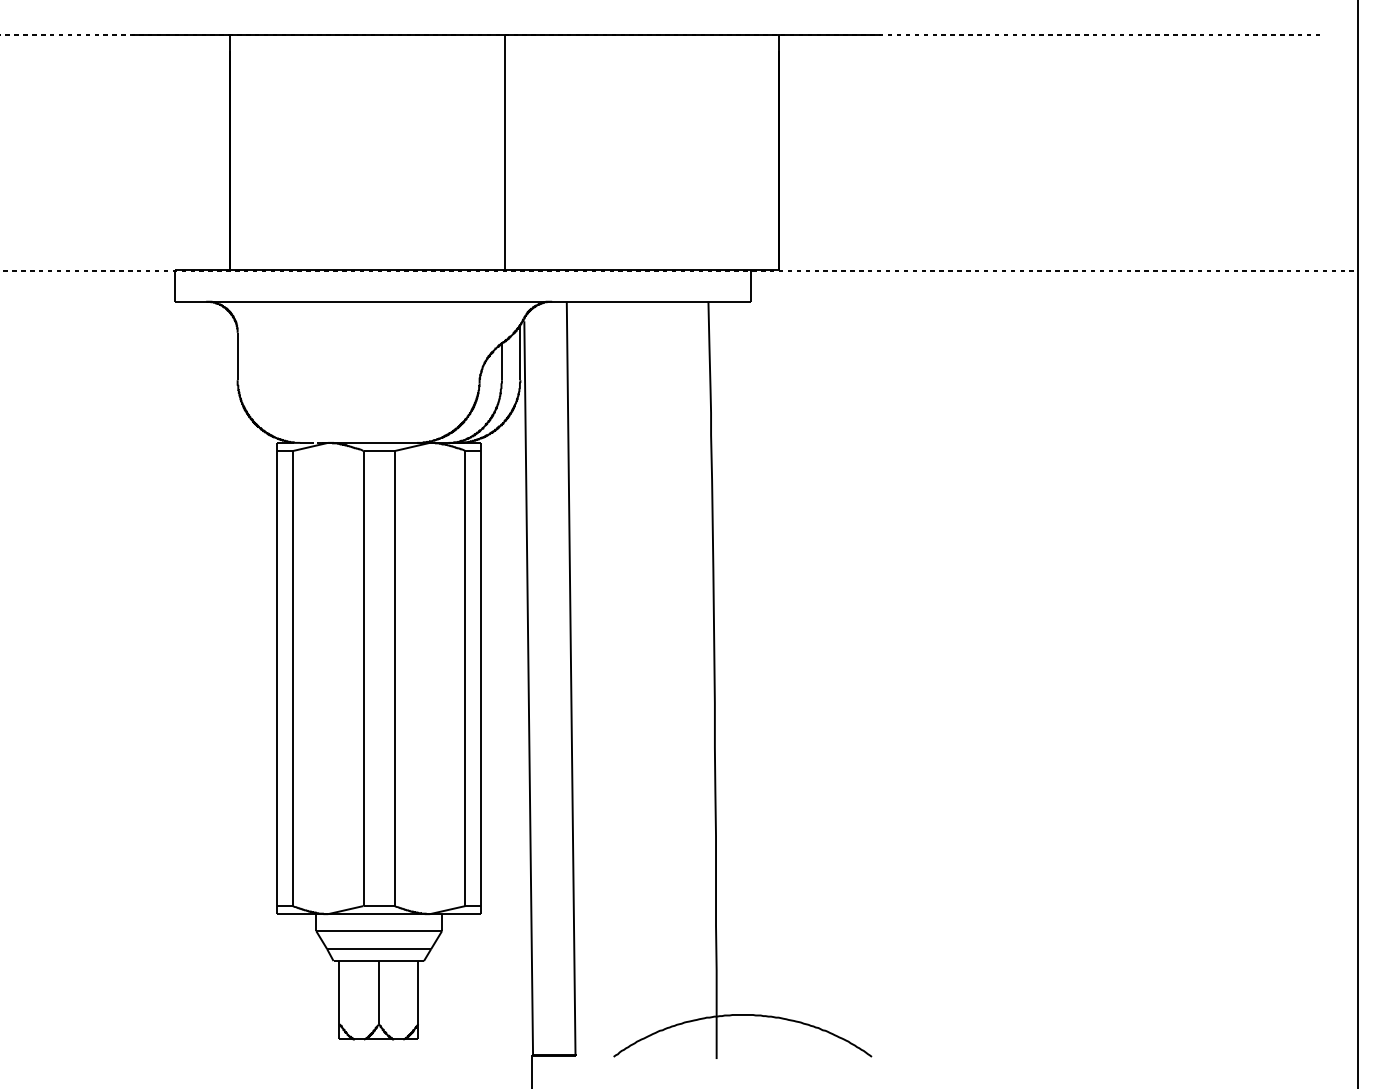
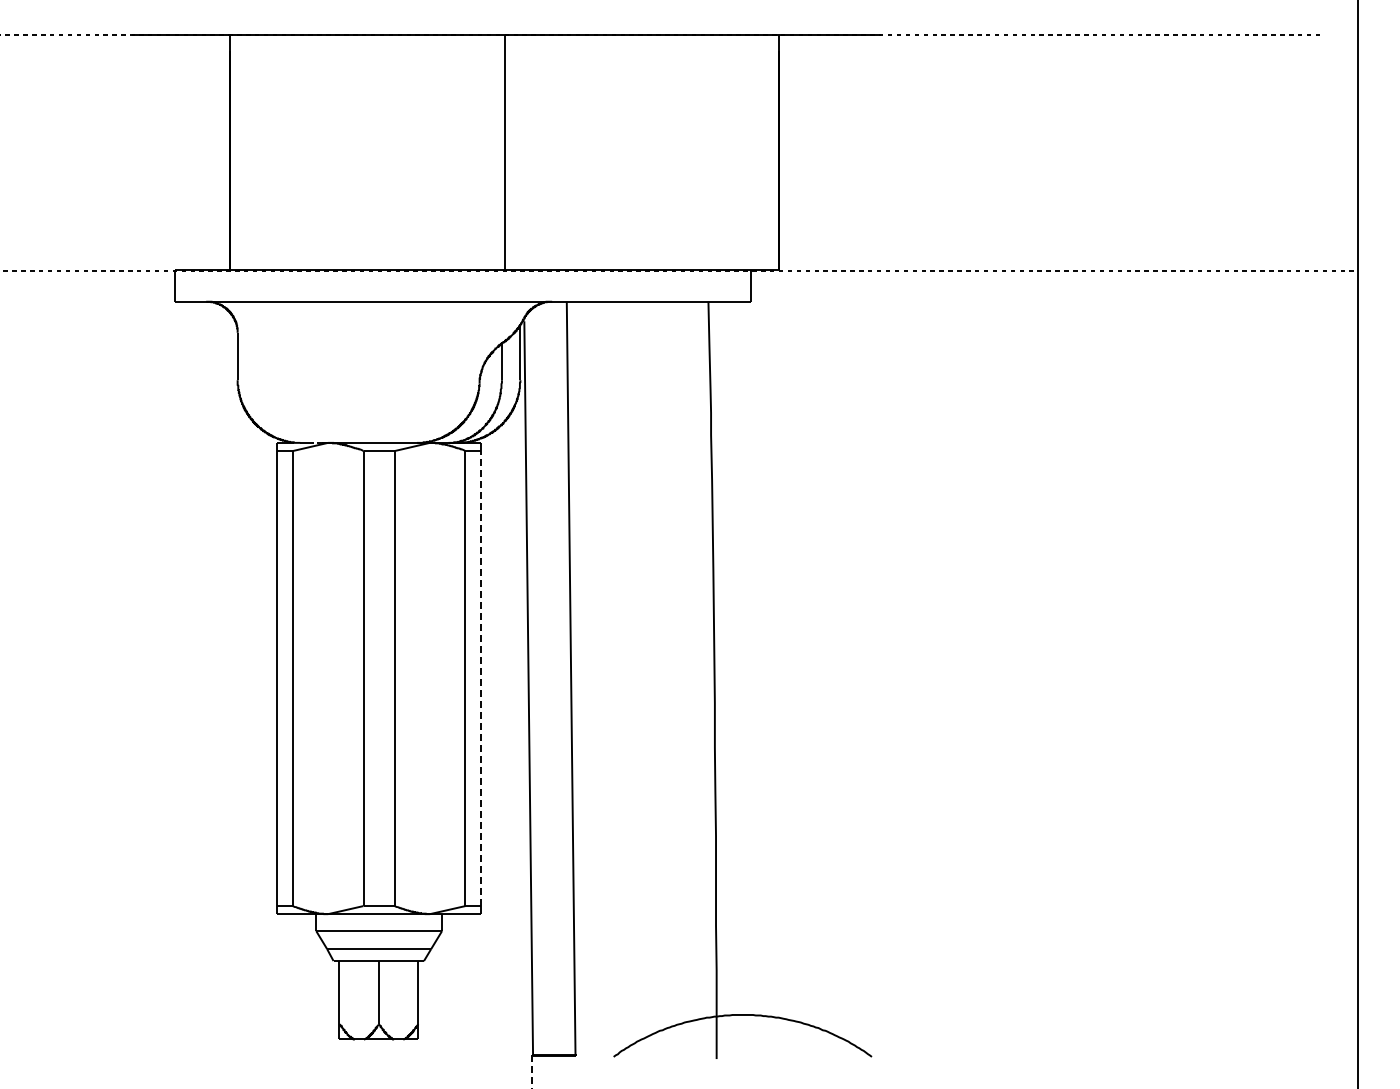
line at (481, 678): solid -> dashed
line at (532, 1072): solid -> dashed
